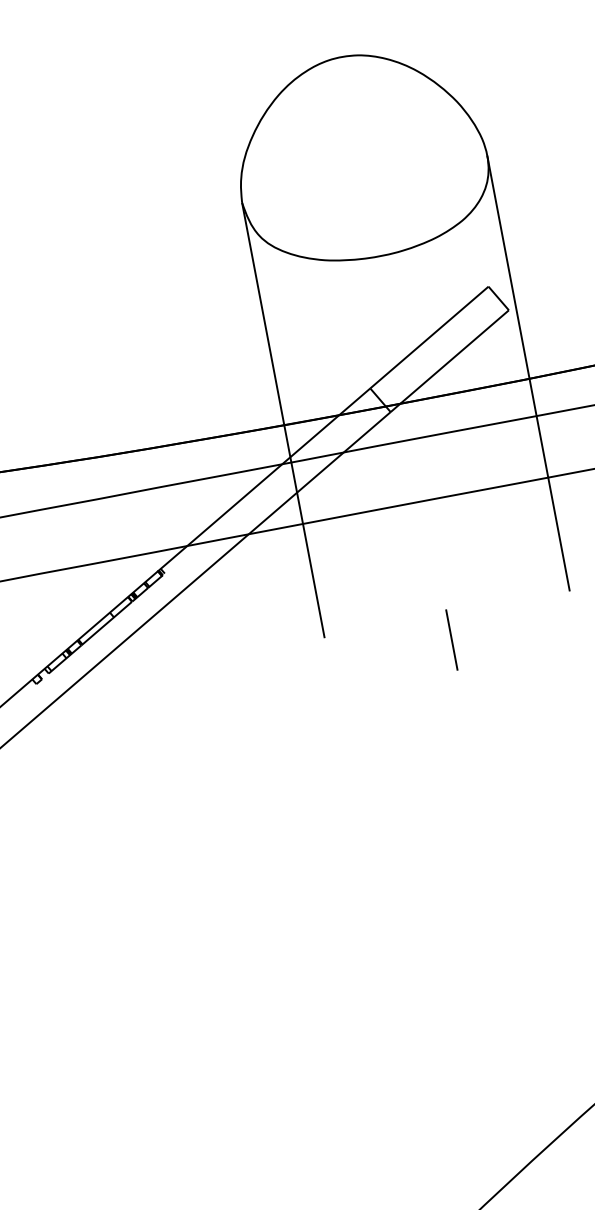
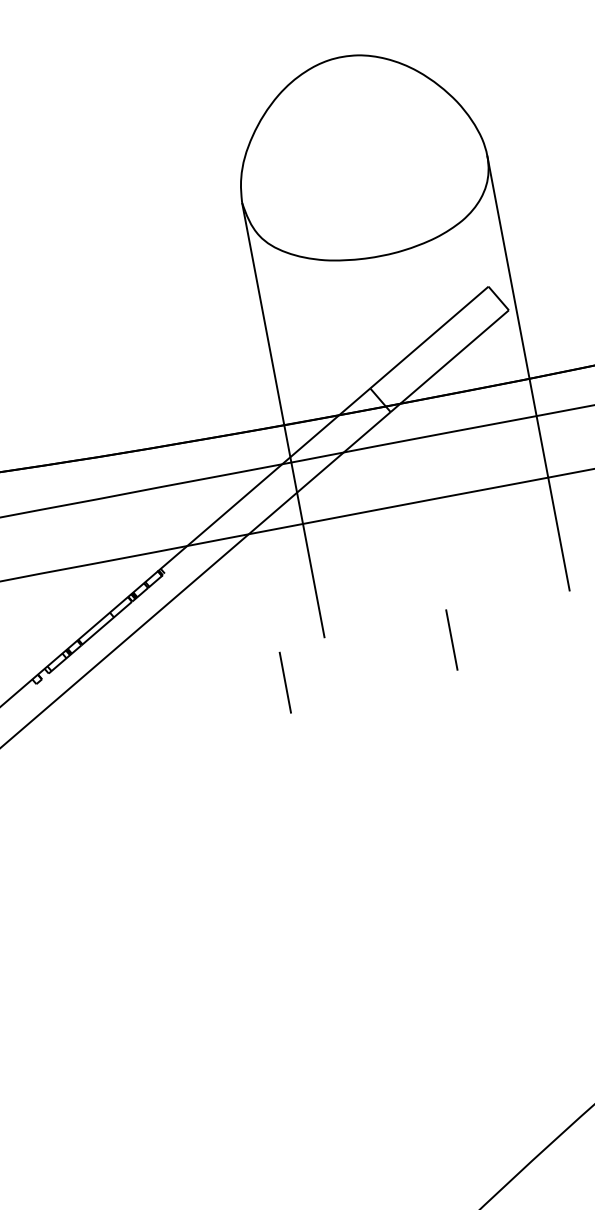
line at (284, 682): none -> present
